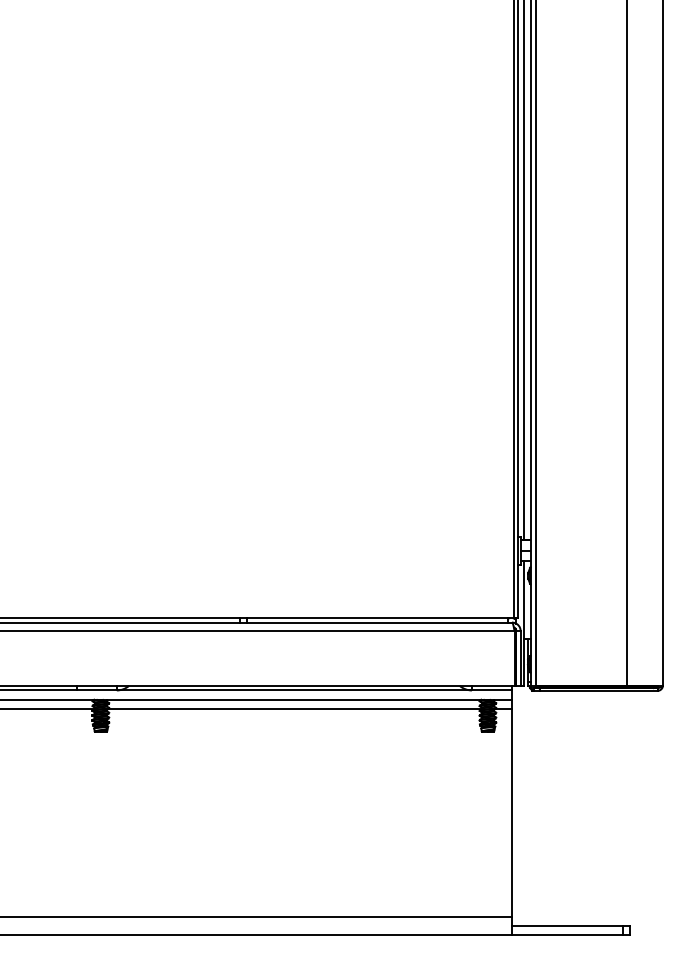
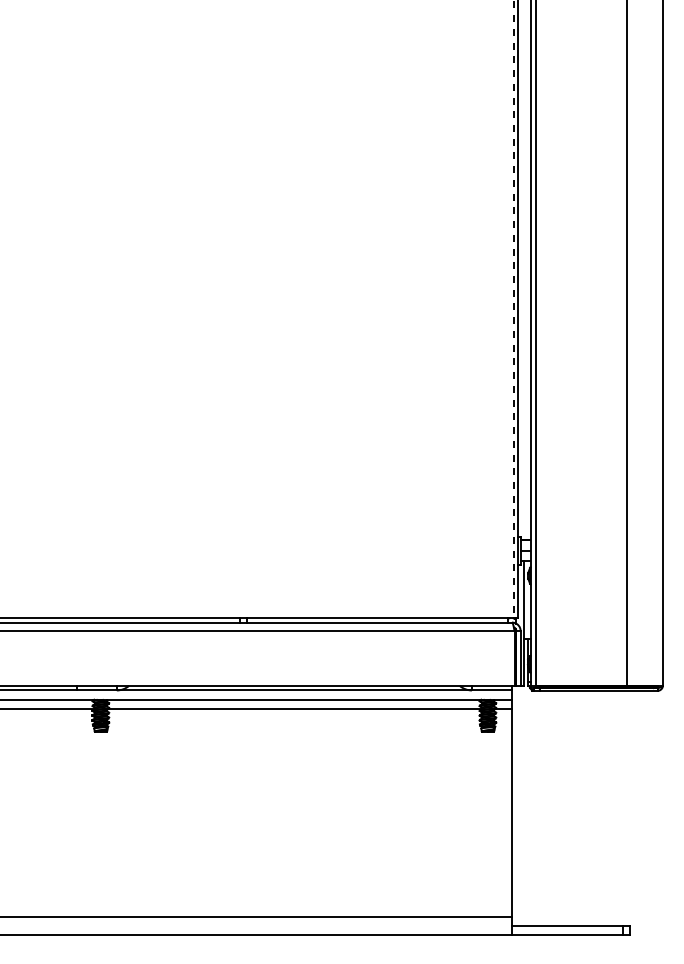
line at (524, 271): present -> none
line at (513, 309): solid -> dashed
